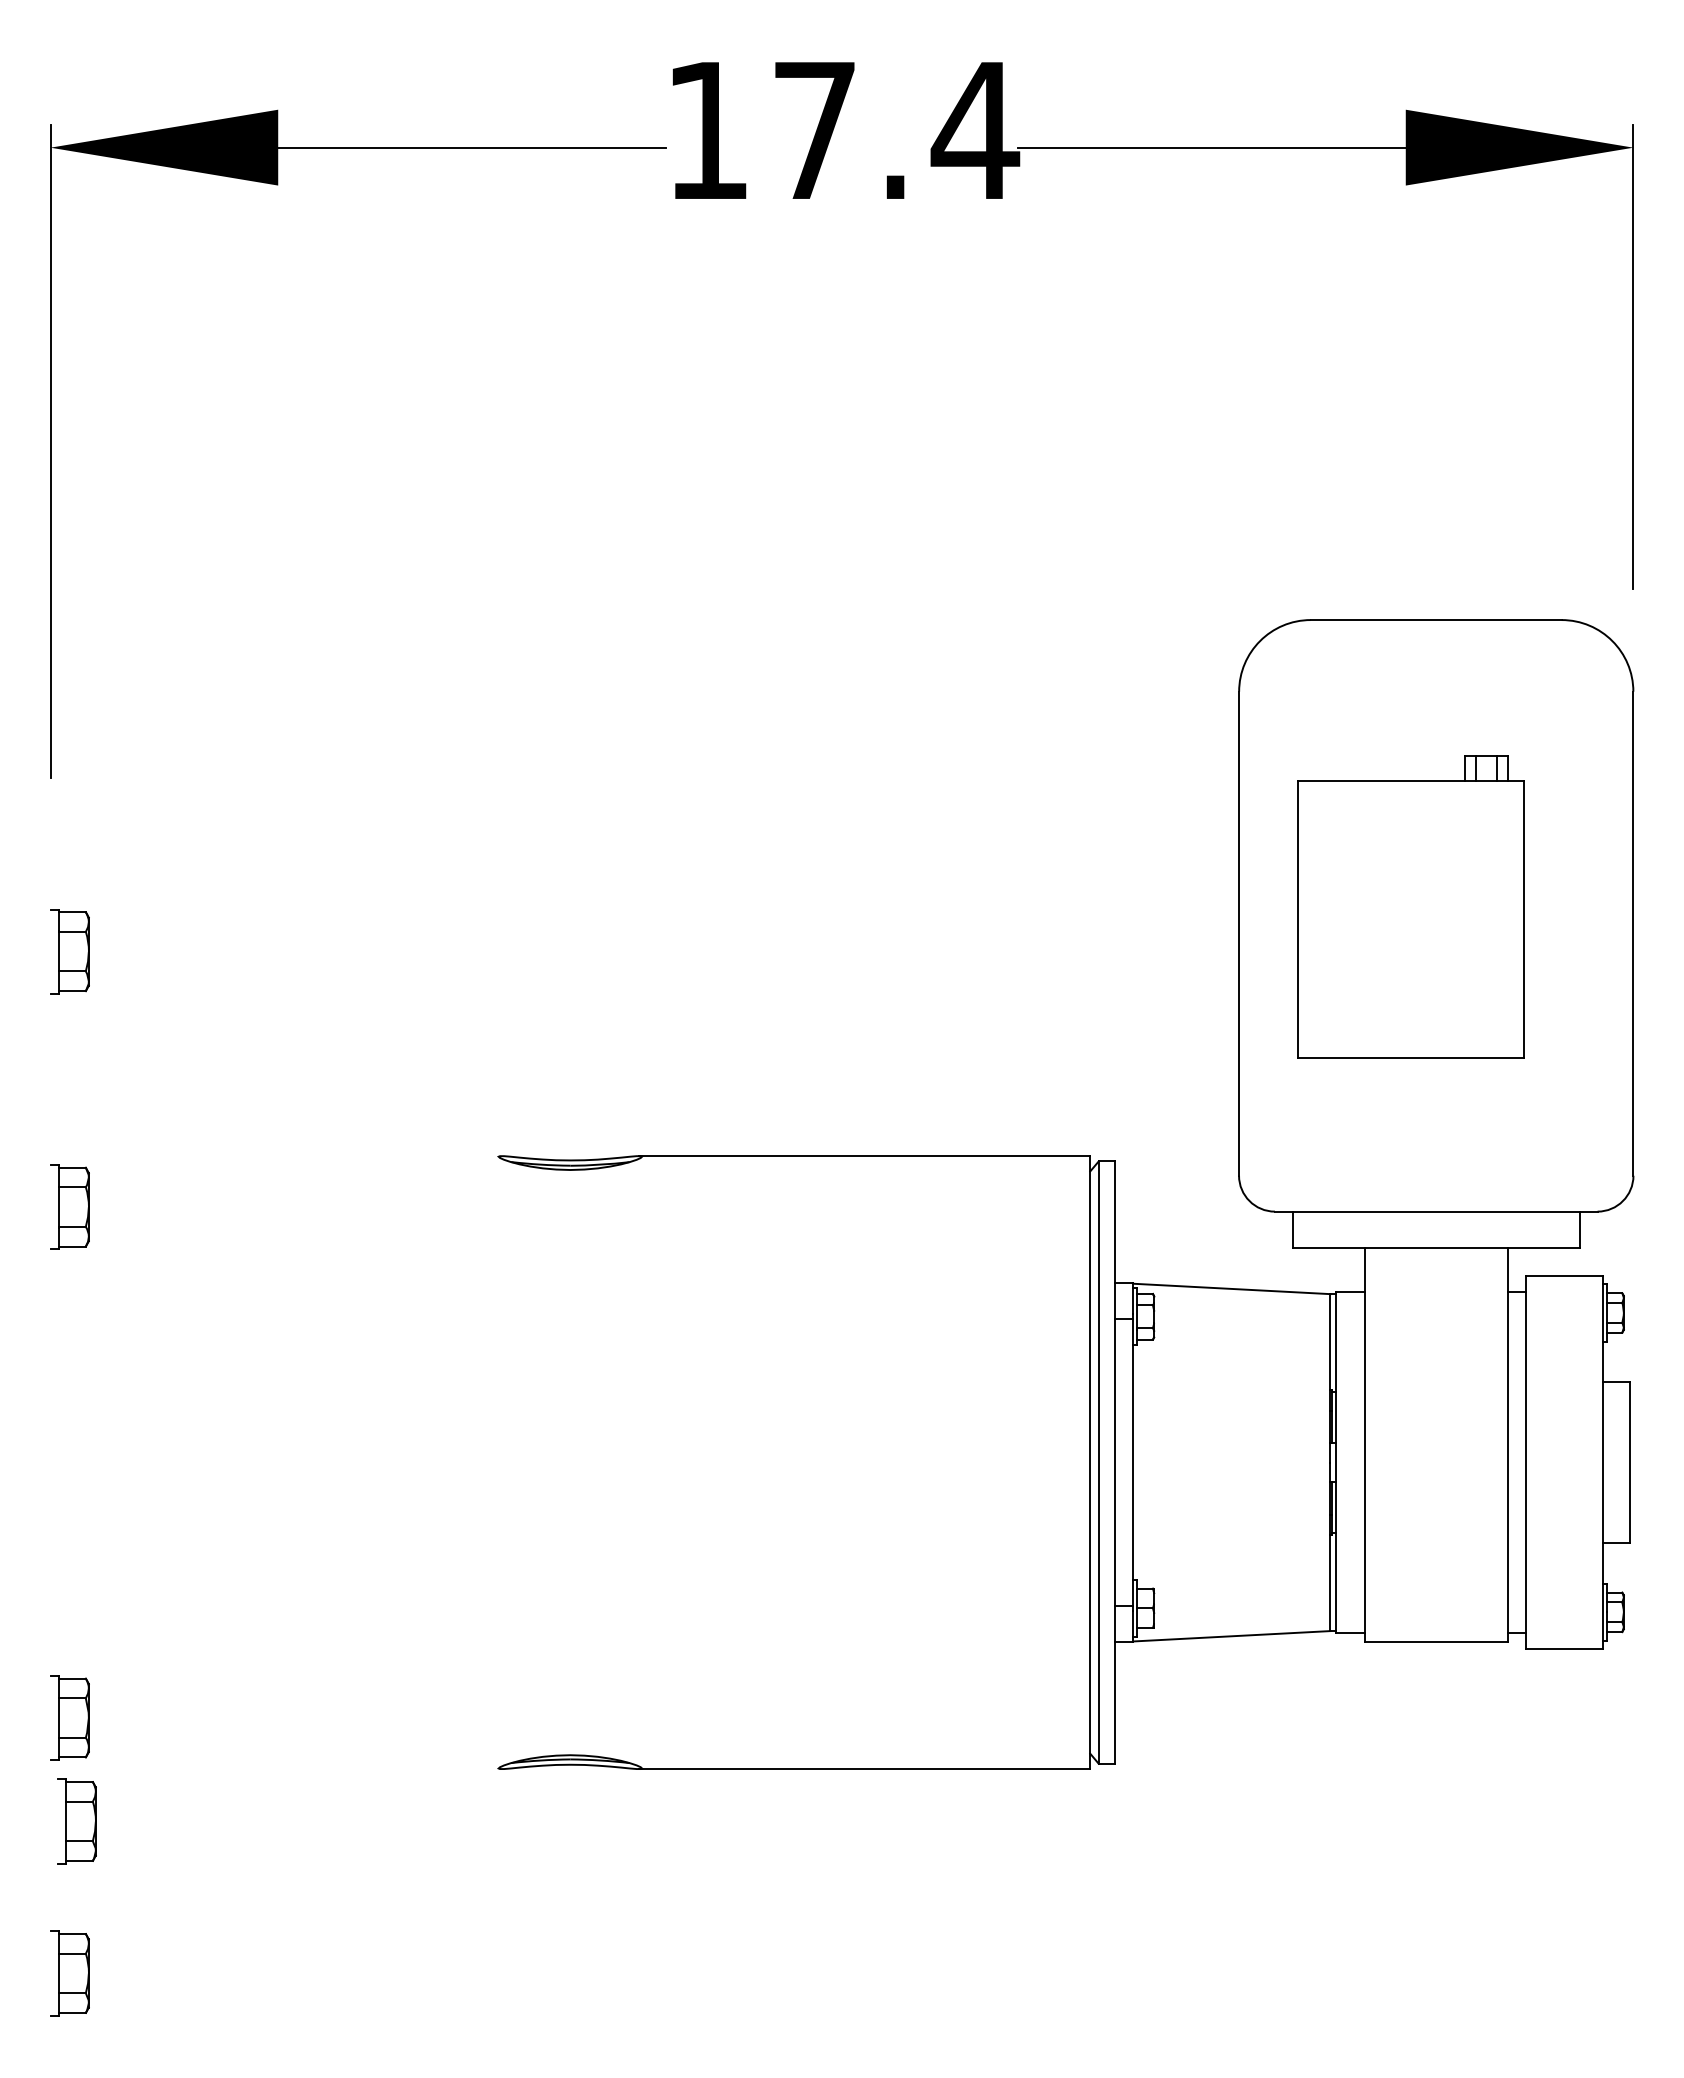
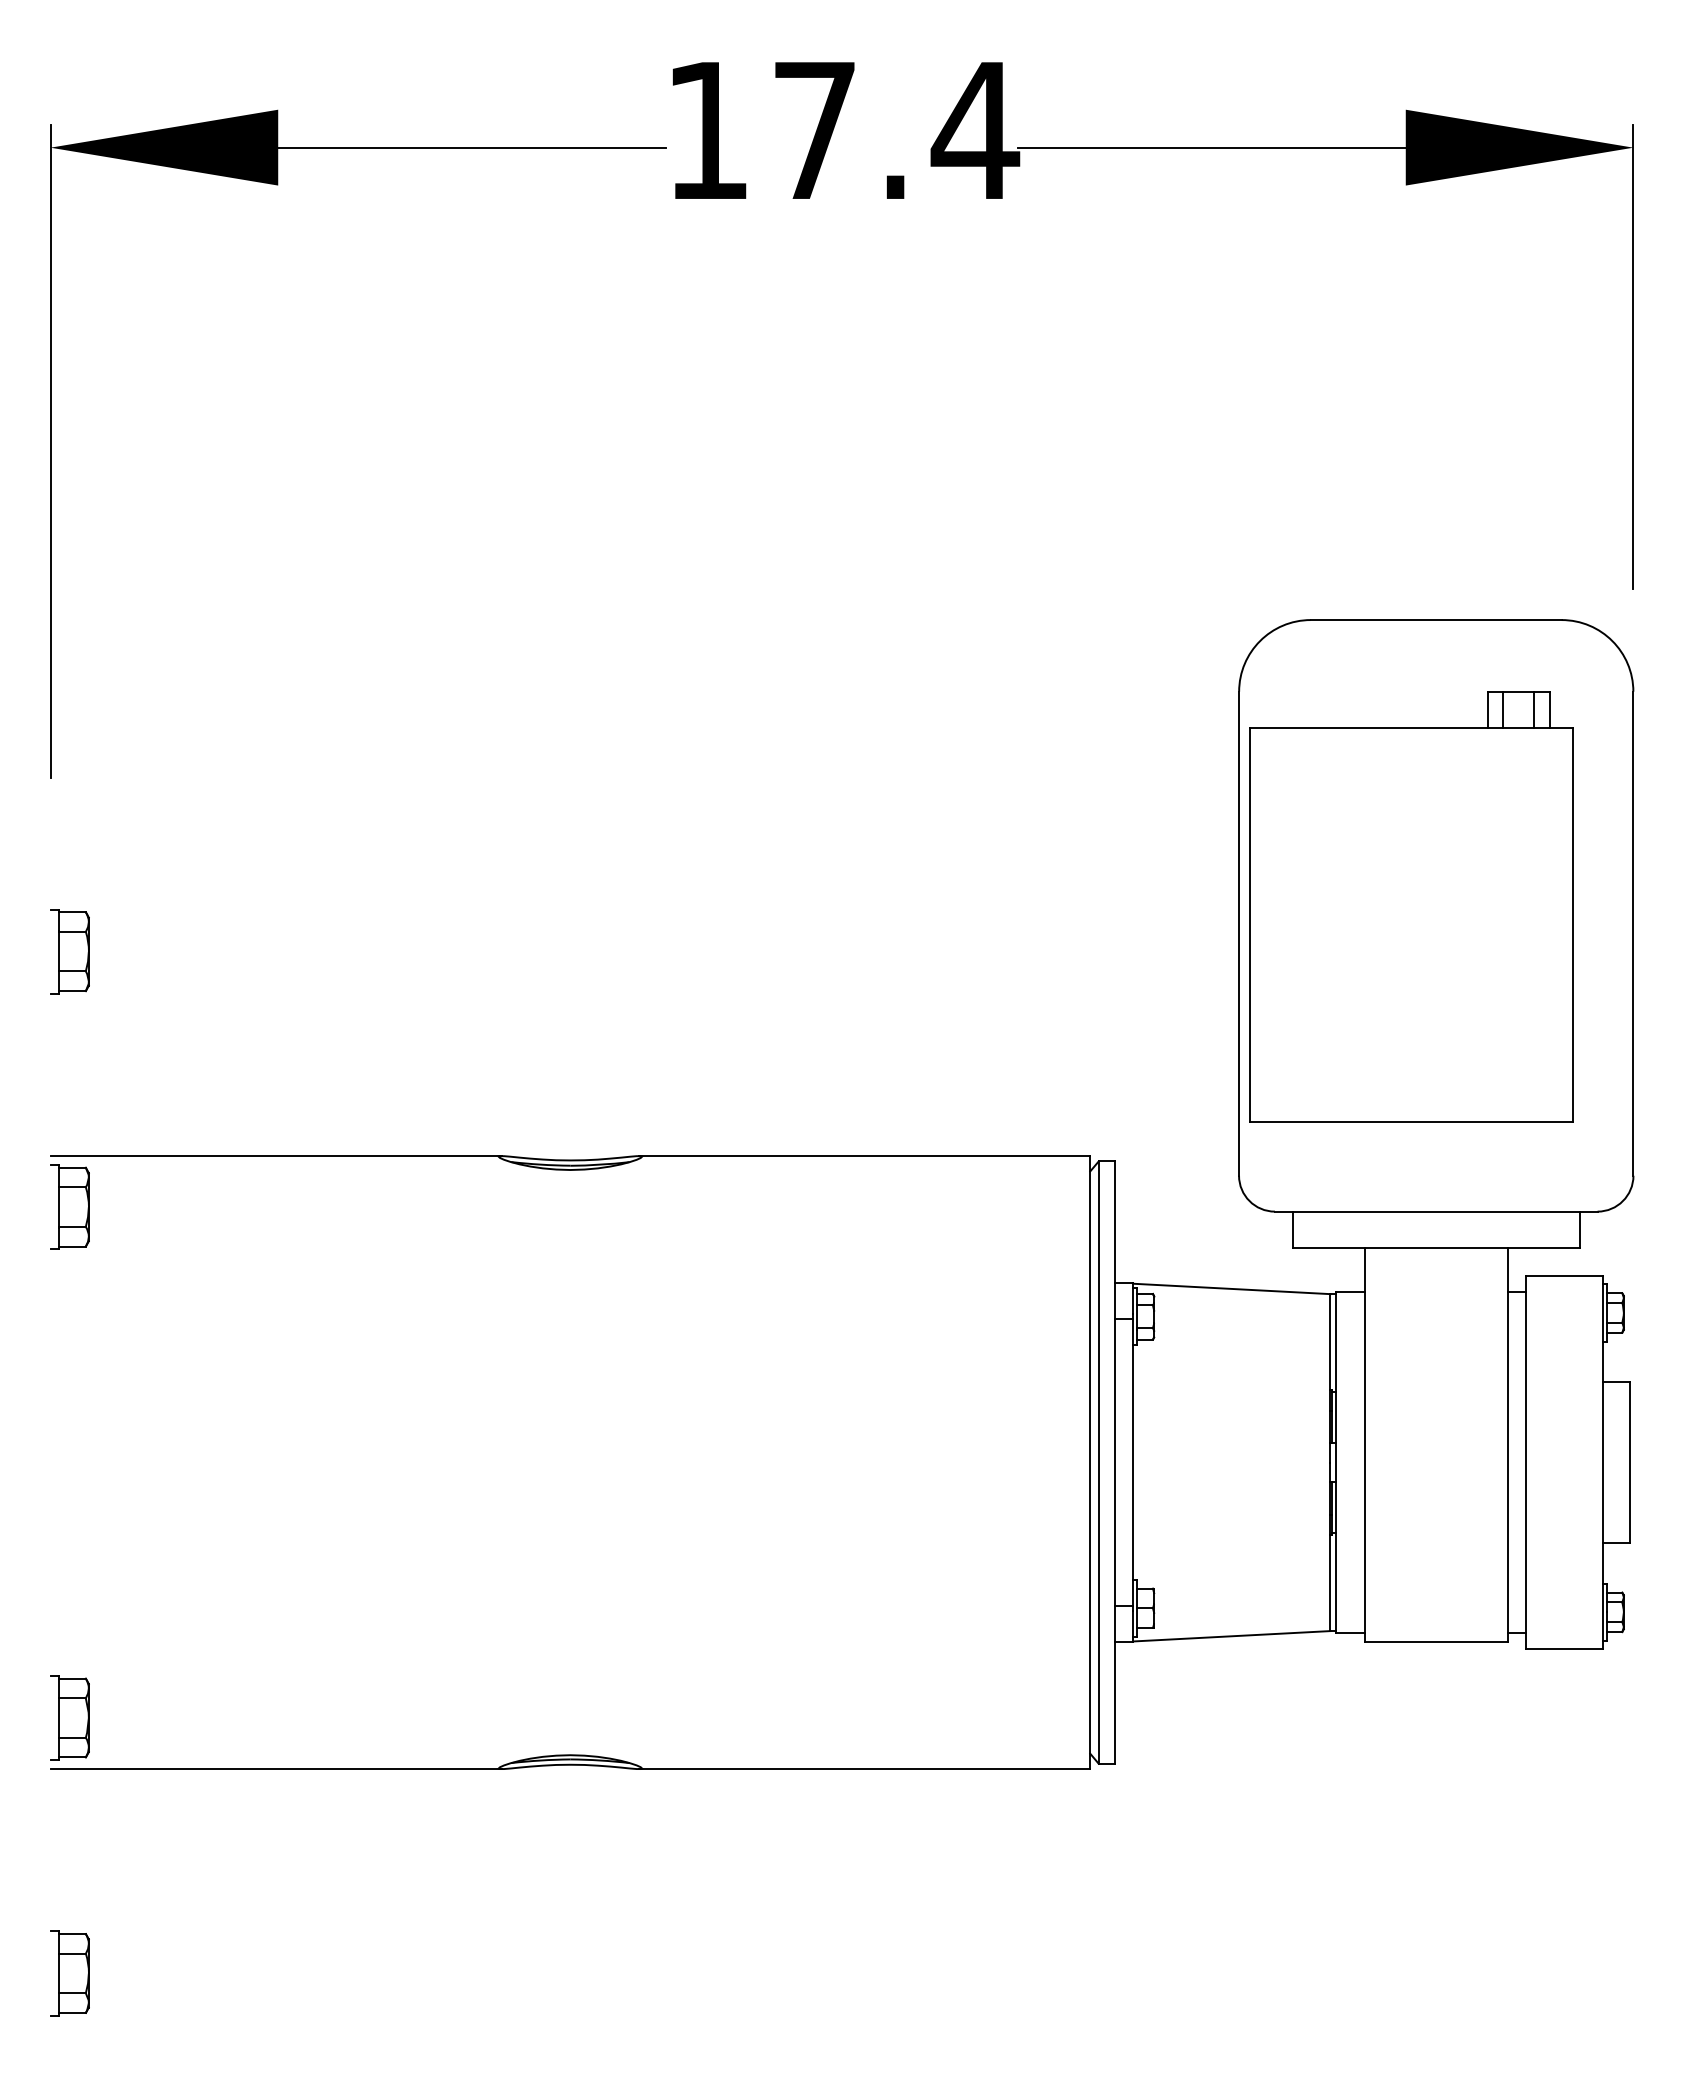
part at (1410, 906) size: 228x304 px -> 325x432 px
line at (275, 1156): none -> present
line at (275, 1769): none -> present
part at (76, 1821): present -> none
